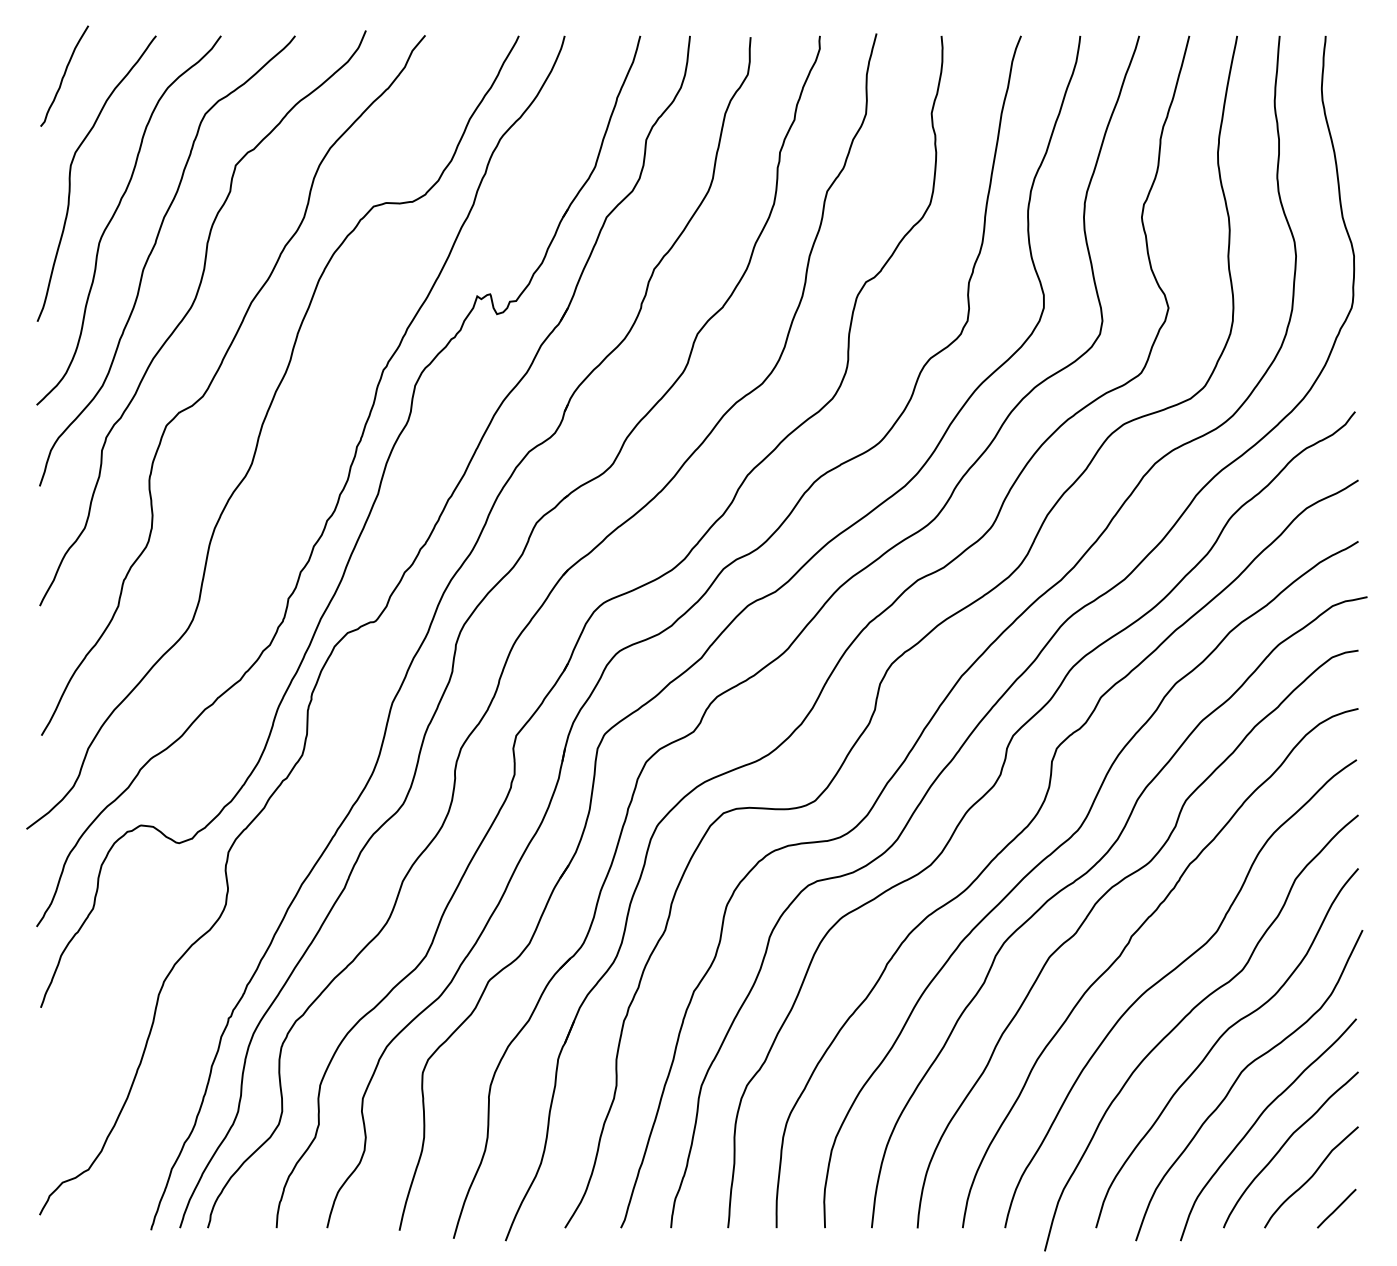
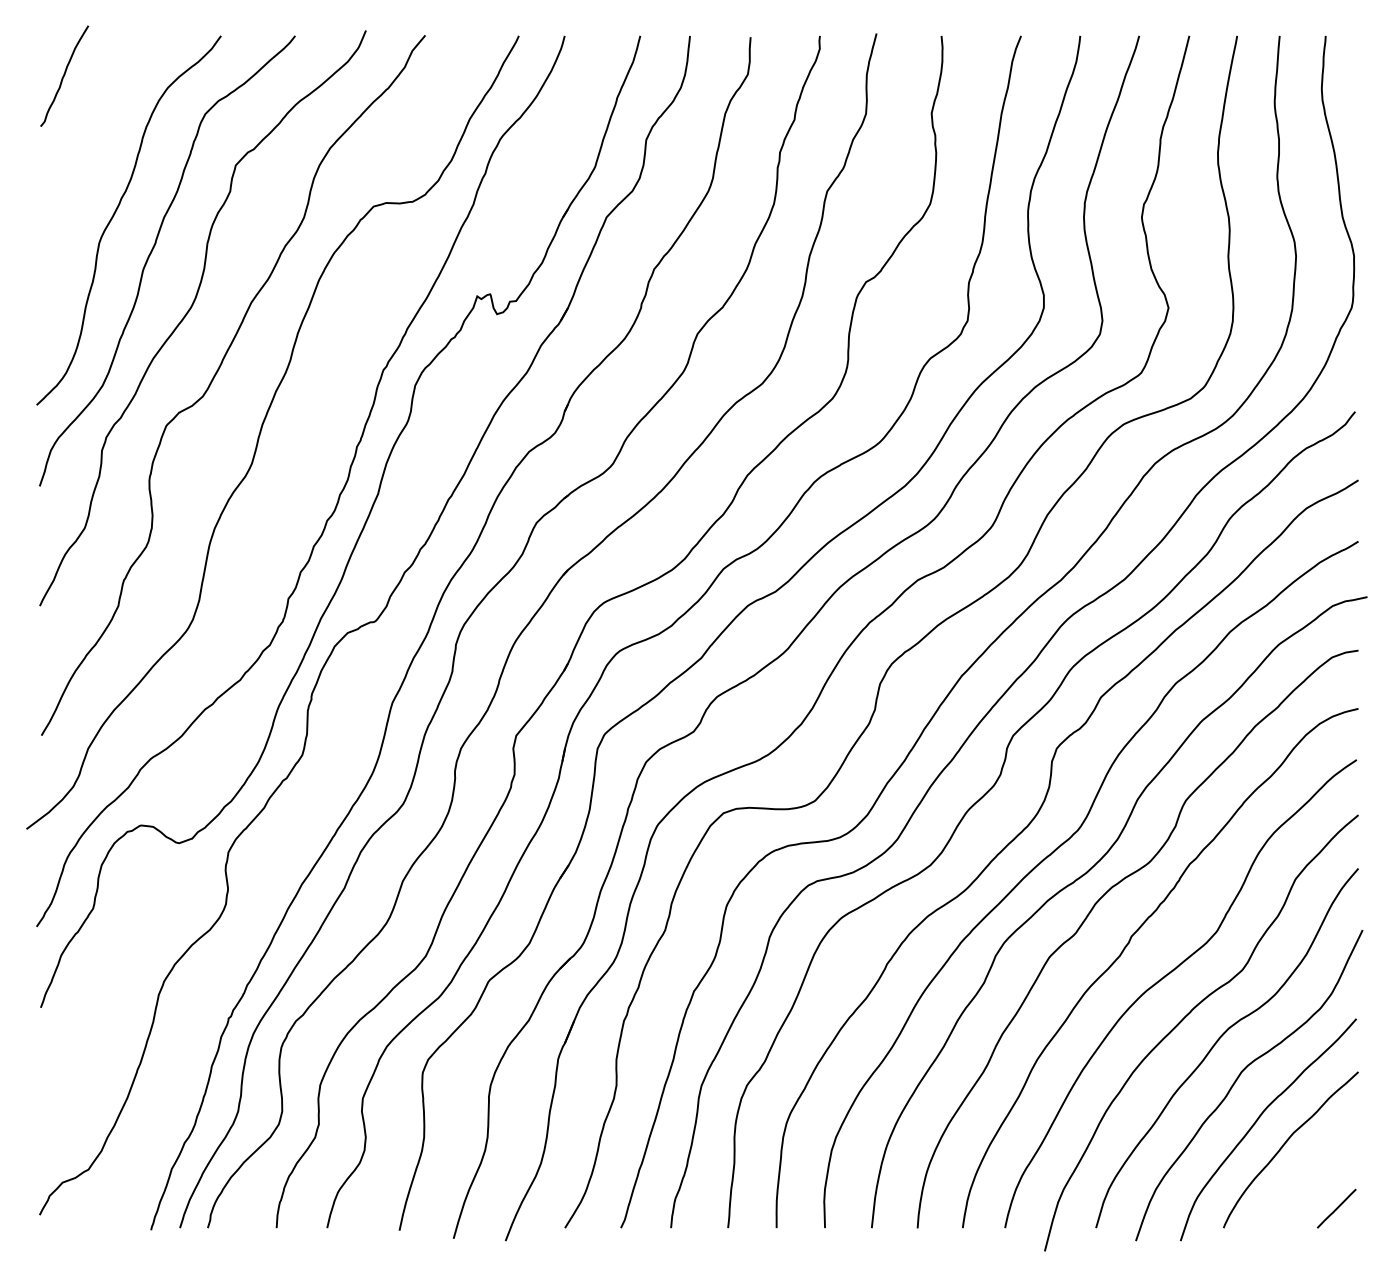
curve at (70, 178): present -> none
curve at (1311, 1177): present -> none
